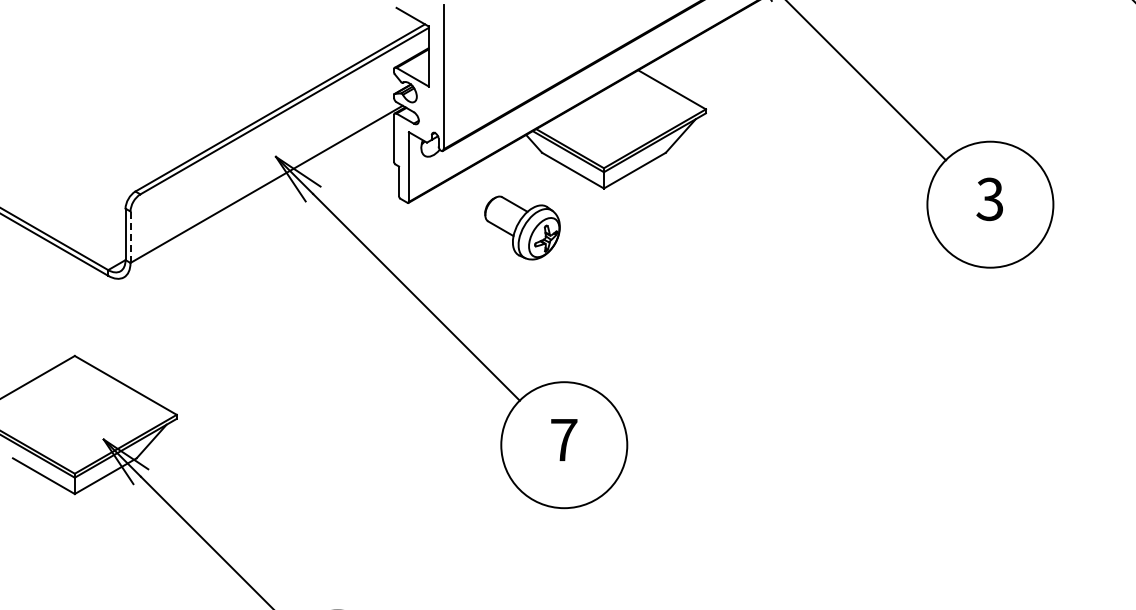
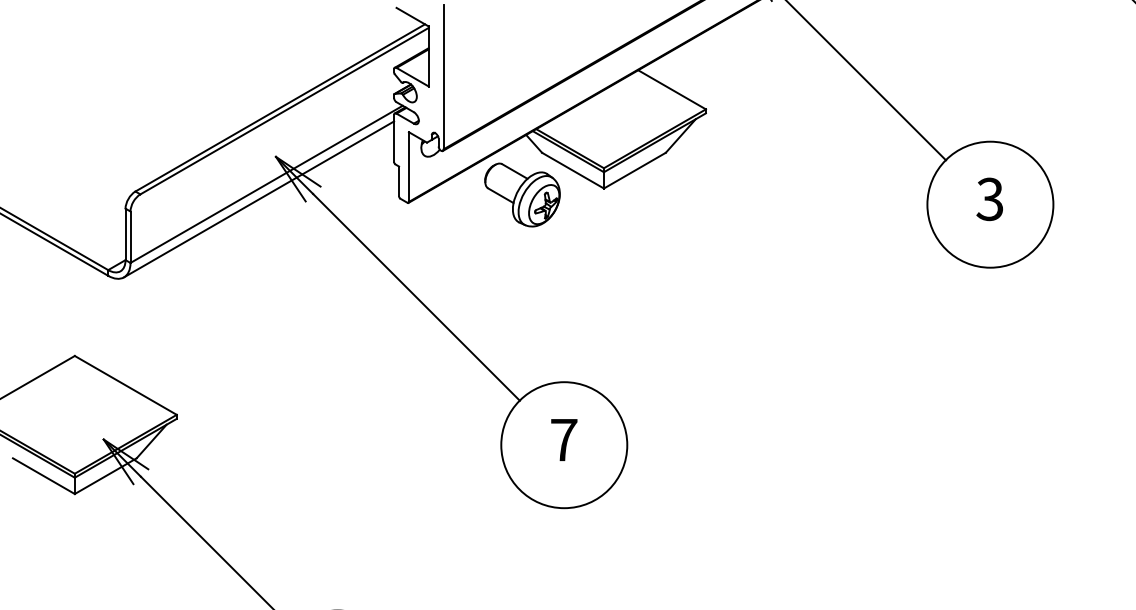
line at (259, 199): none -> present
part at (522, 227) position: (522, 227) -> (522, 194)
line at (130, 237): dashed -> solid
